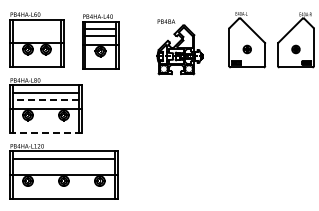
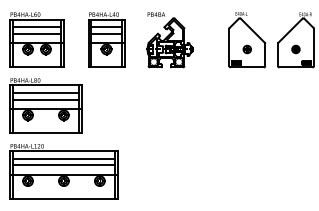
line at (36, 27): none -> present
line at (36, 33): none -> present
part at (100, 41) position: (100, 41) -> (106, 39)
part at (179, 47) position: (179, 47) -> (169, 40)
line at (45, 99): dashed -> solid
line at (45, 133): dashed -> solid
line at (63, 165): none -> present
